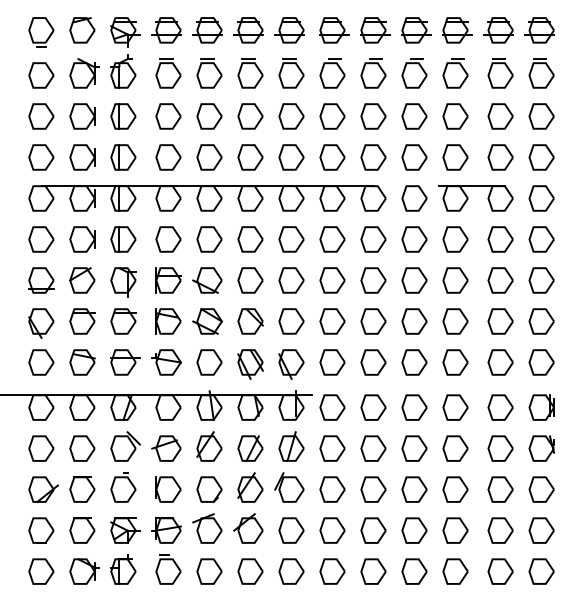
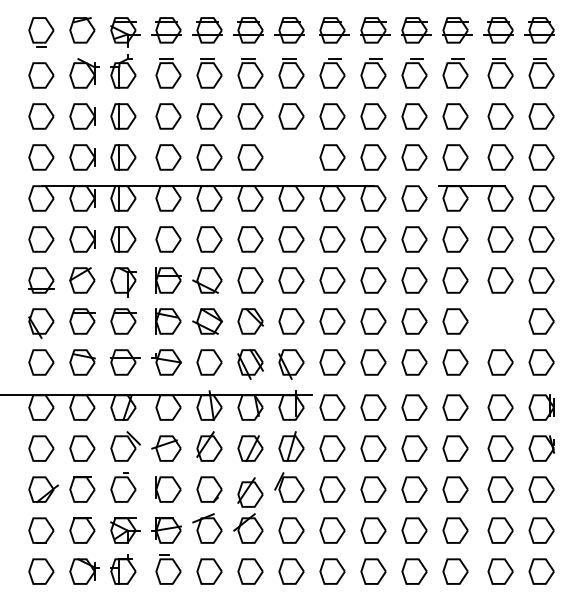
part at (291, 157): present -> none
part at (500, 321): present -> none
part at (250, 487) position: (250, 487) -> (250, 492)
